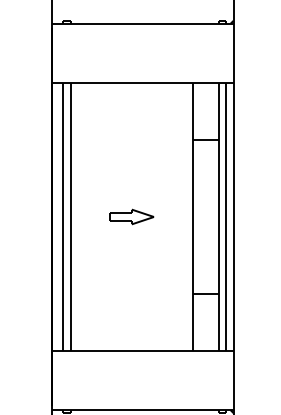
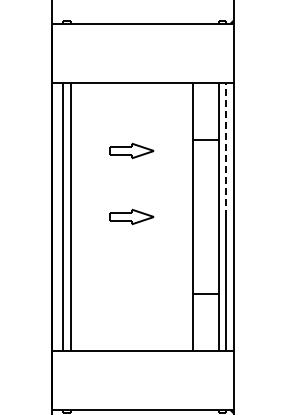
line at (226, 149): solid -> dashed
part at (131, 150): none -> present
